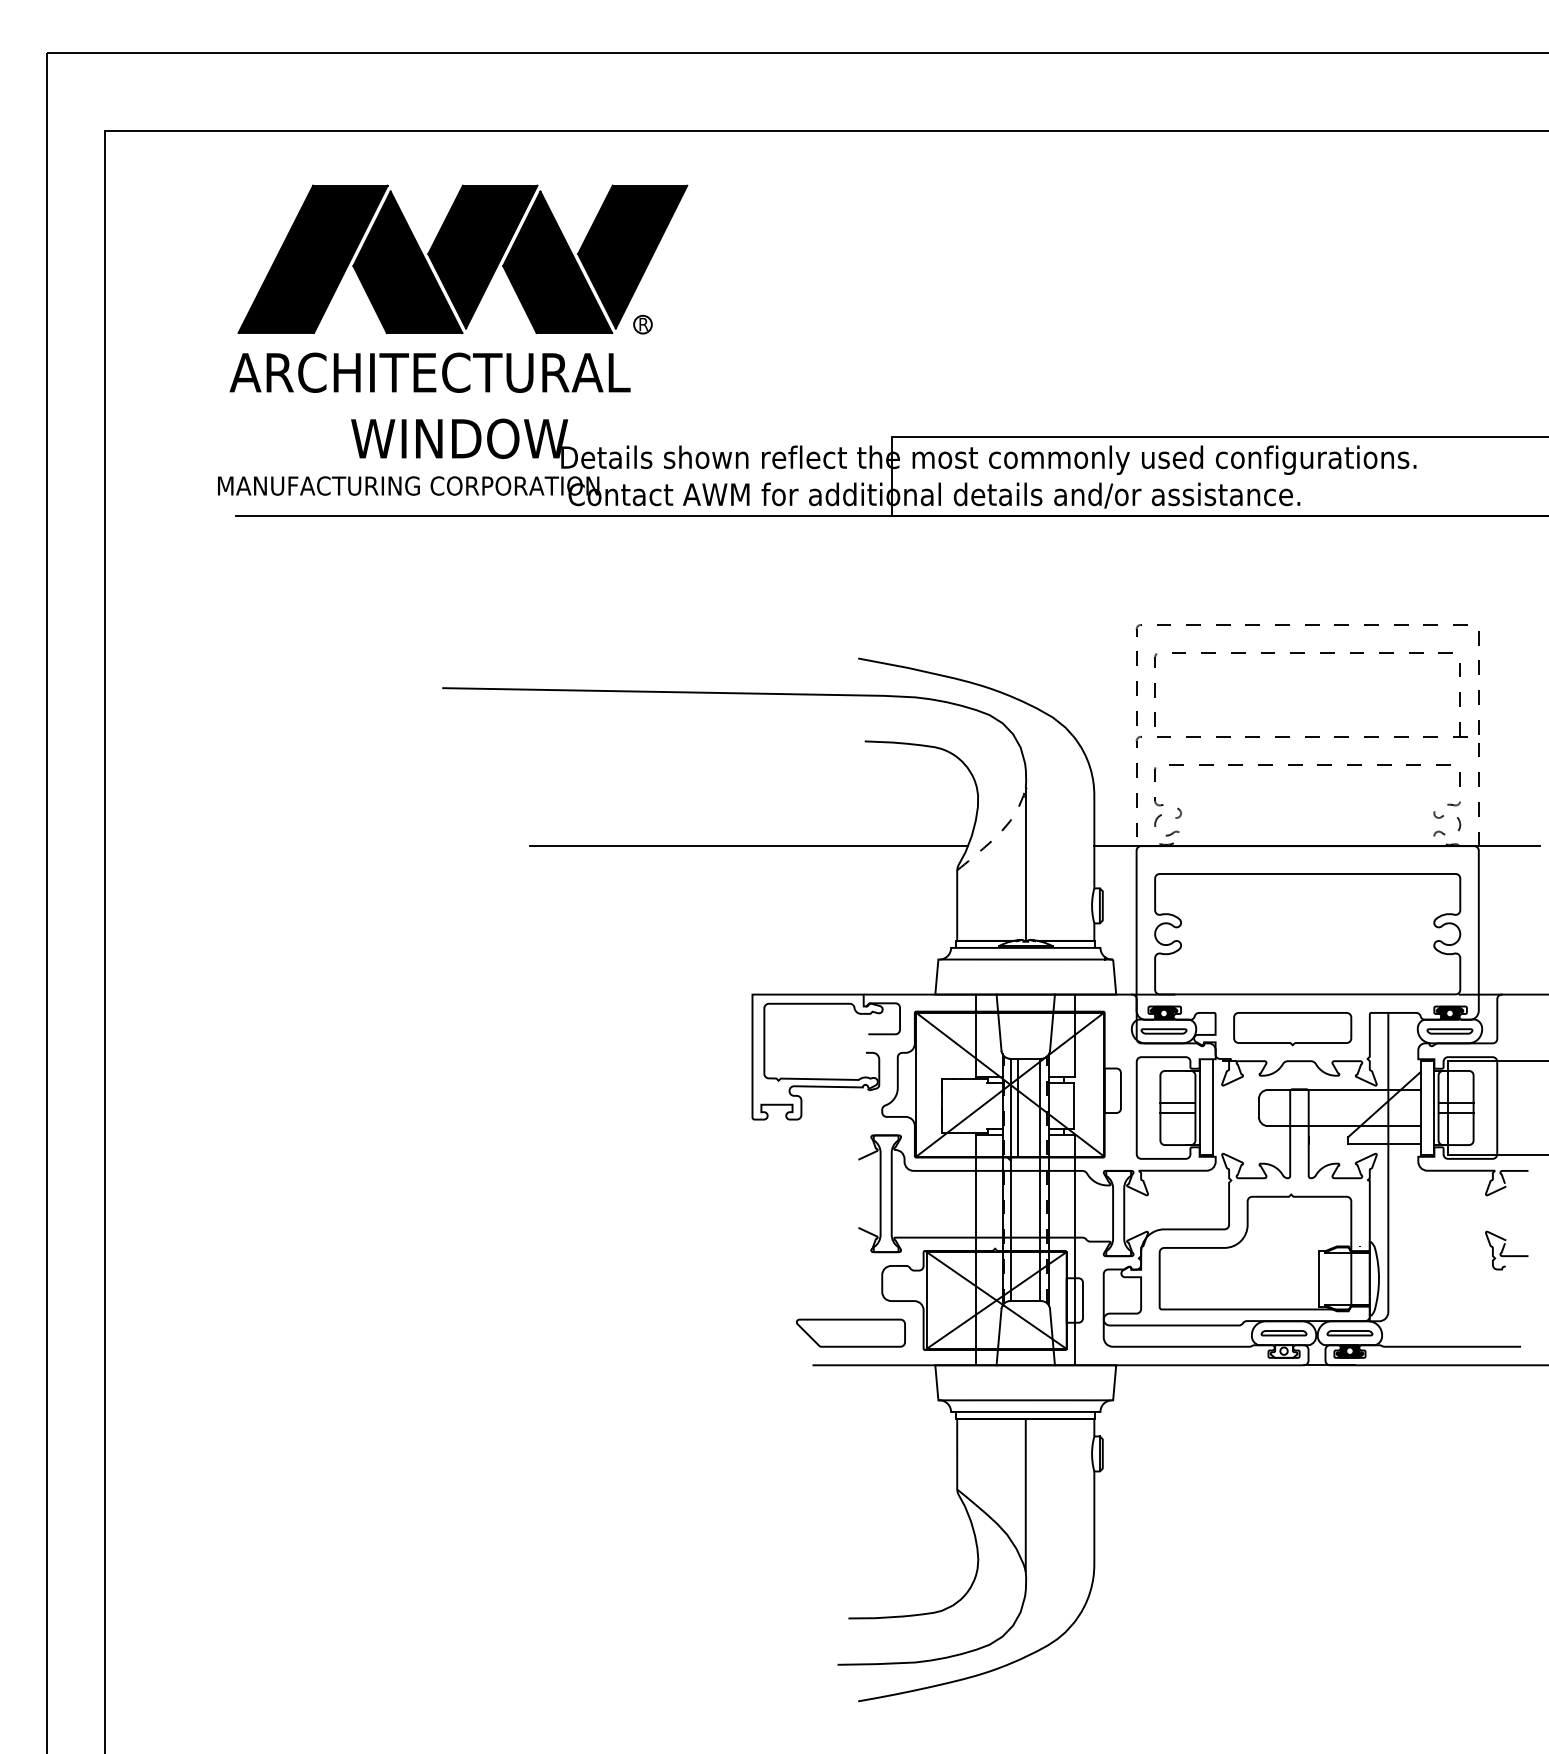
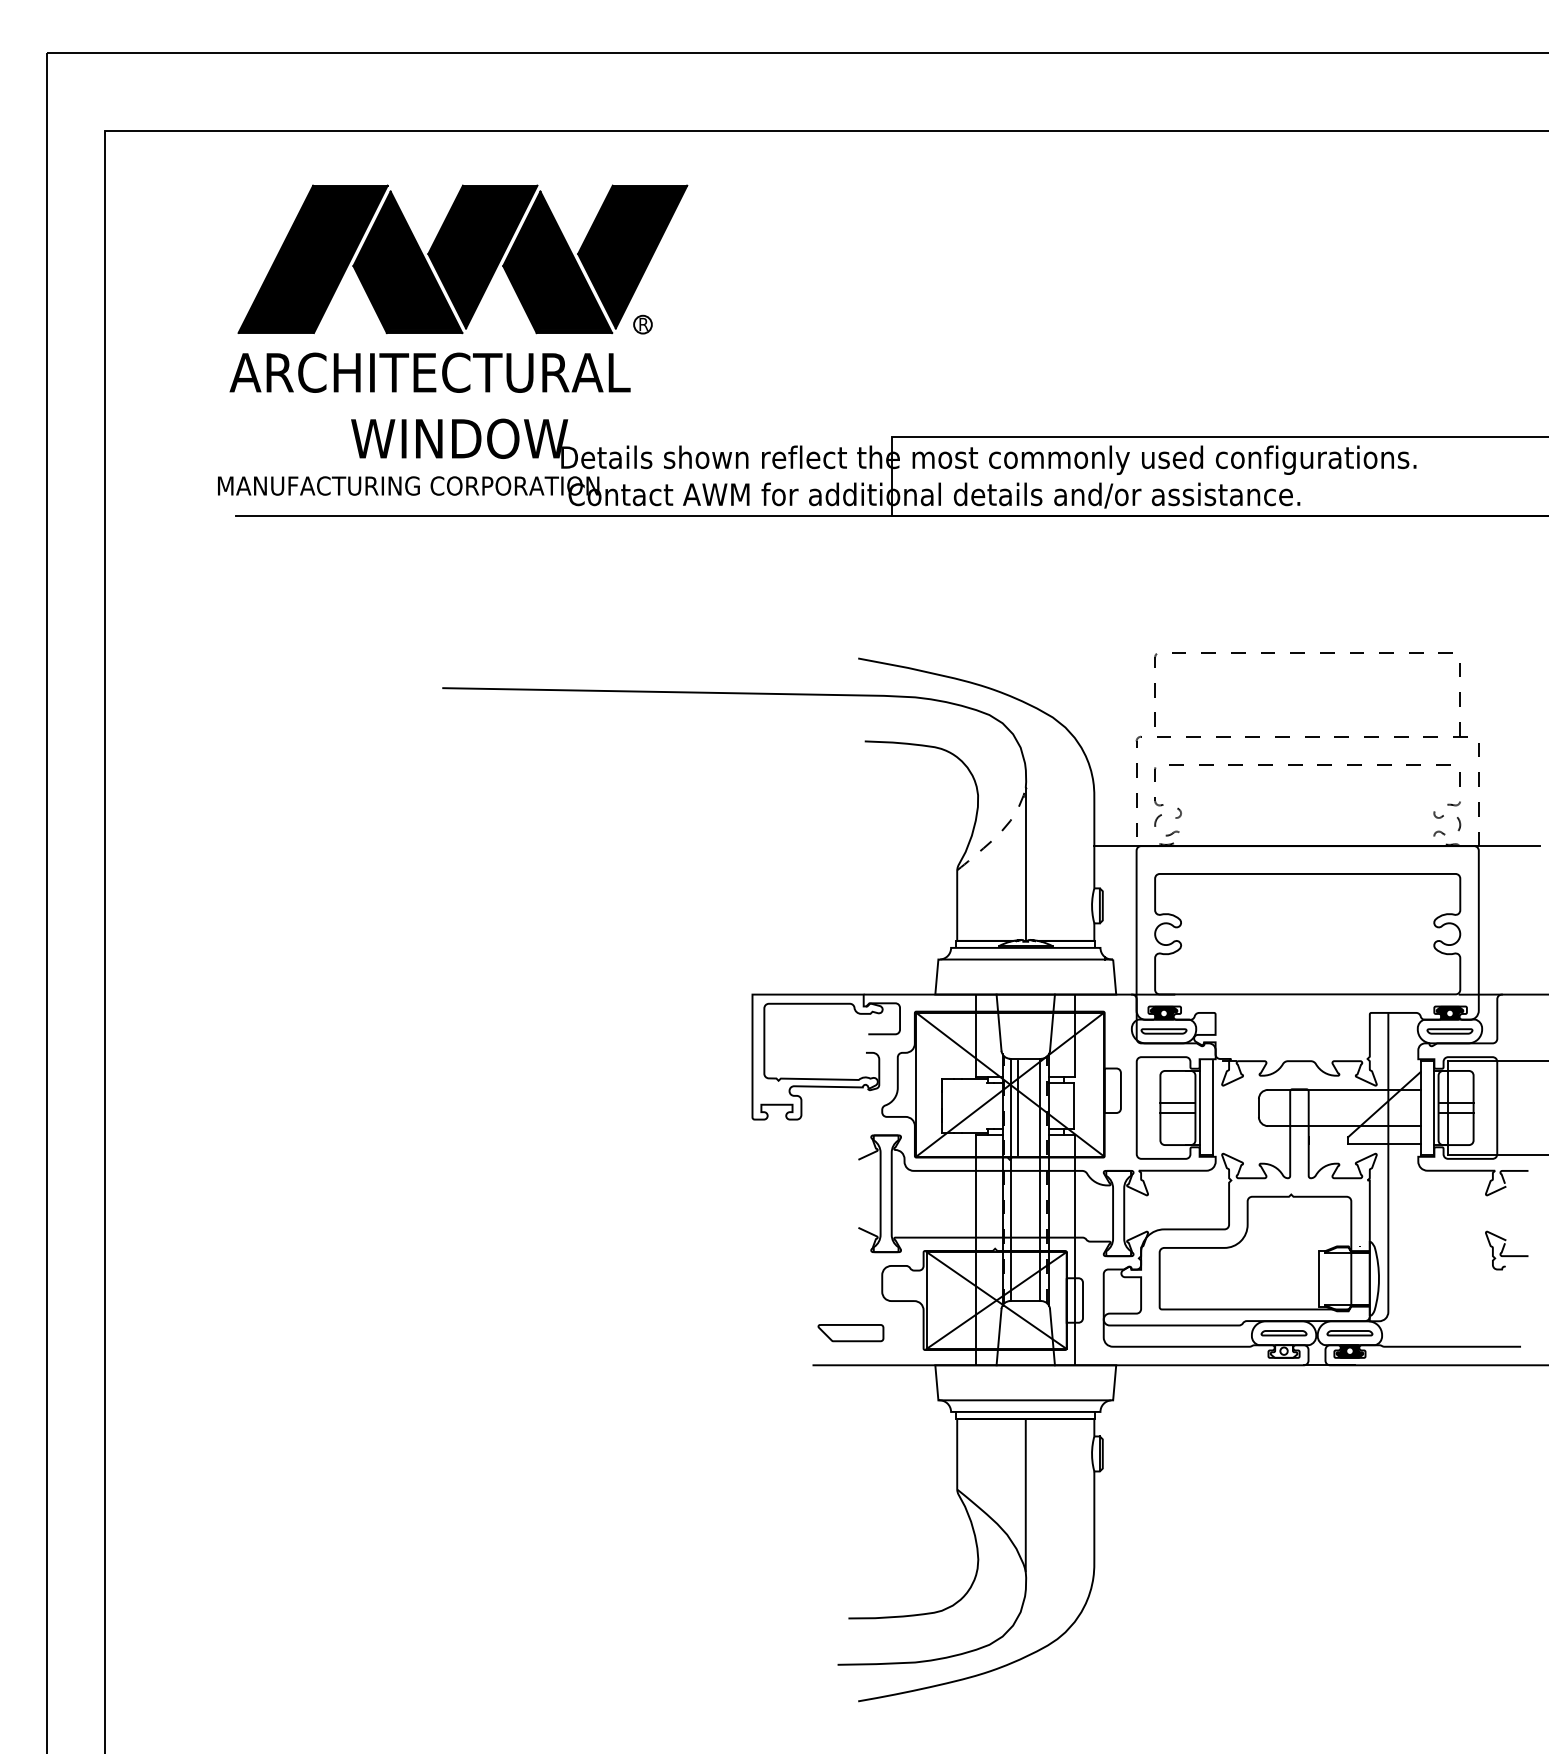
curve at (1307, 625): present -> none
line at (748, 846): present -> none
part at (1292, 1029): present -> none
part at (850, 1332) size: 110x30 px -> 68x19 px
